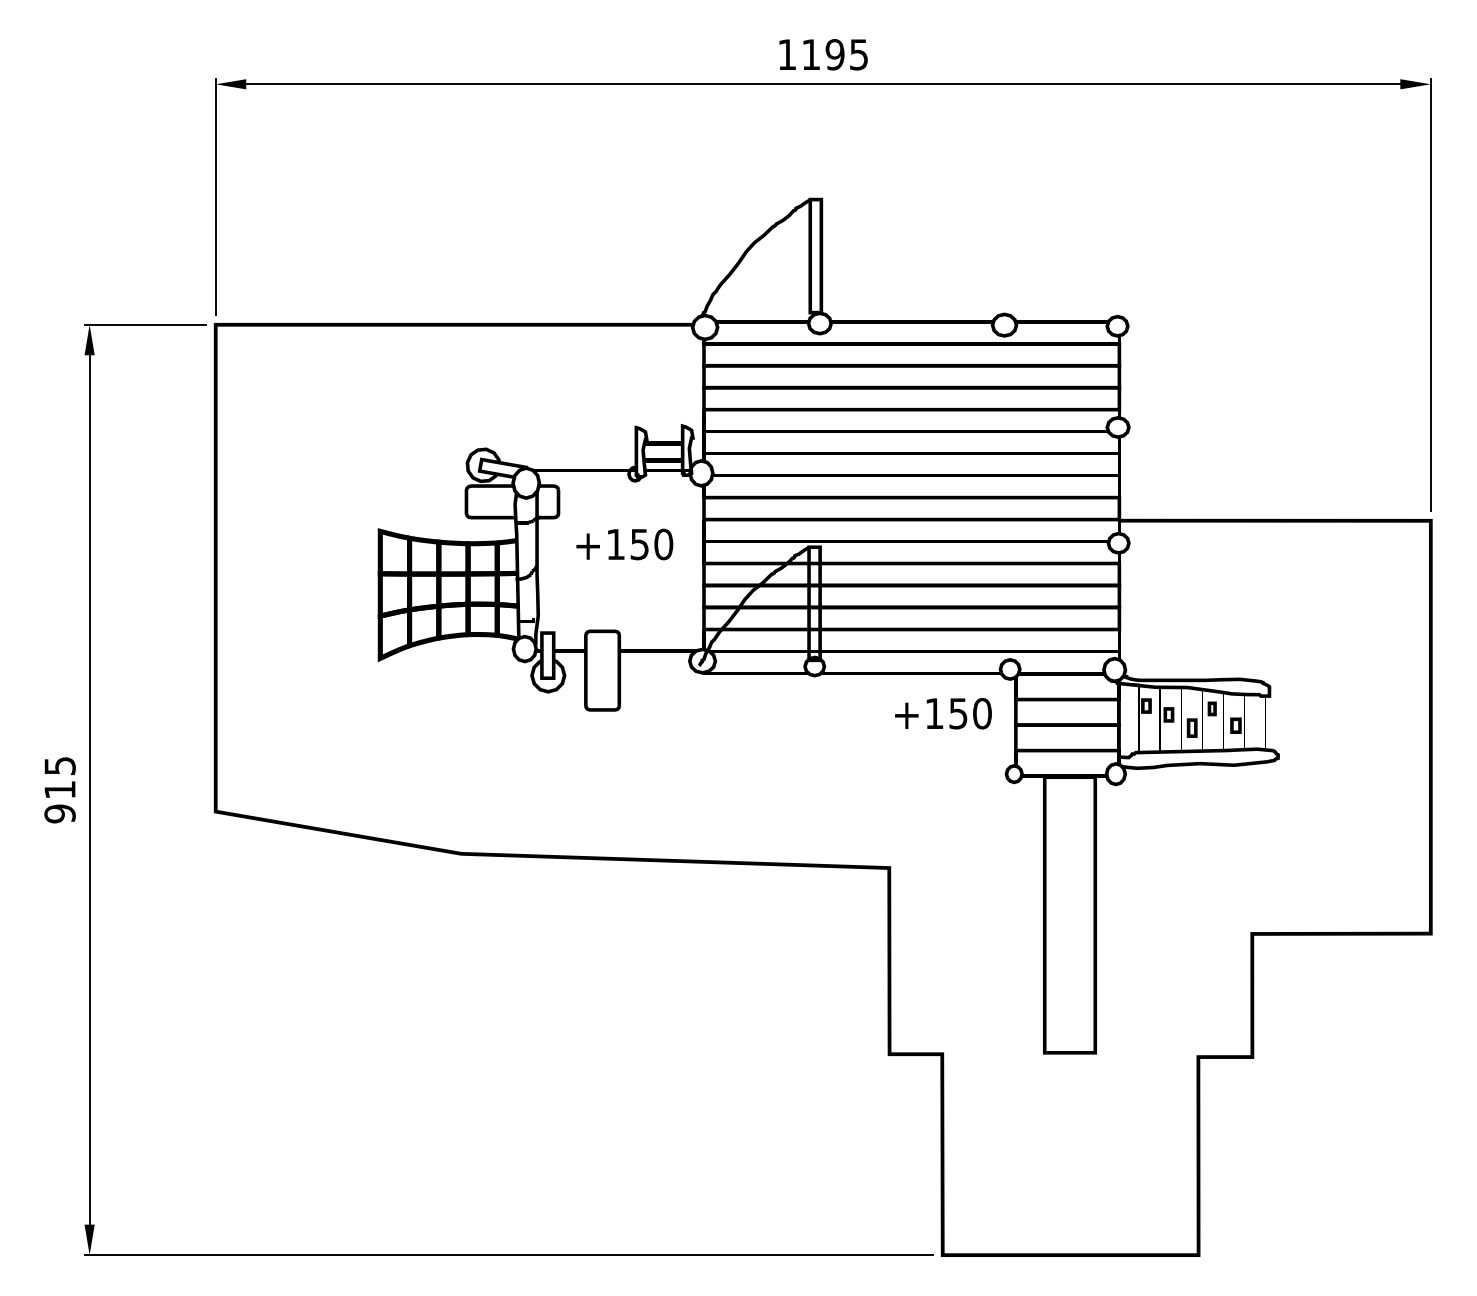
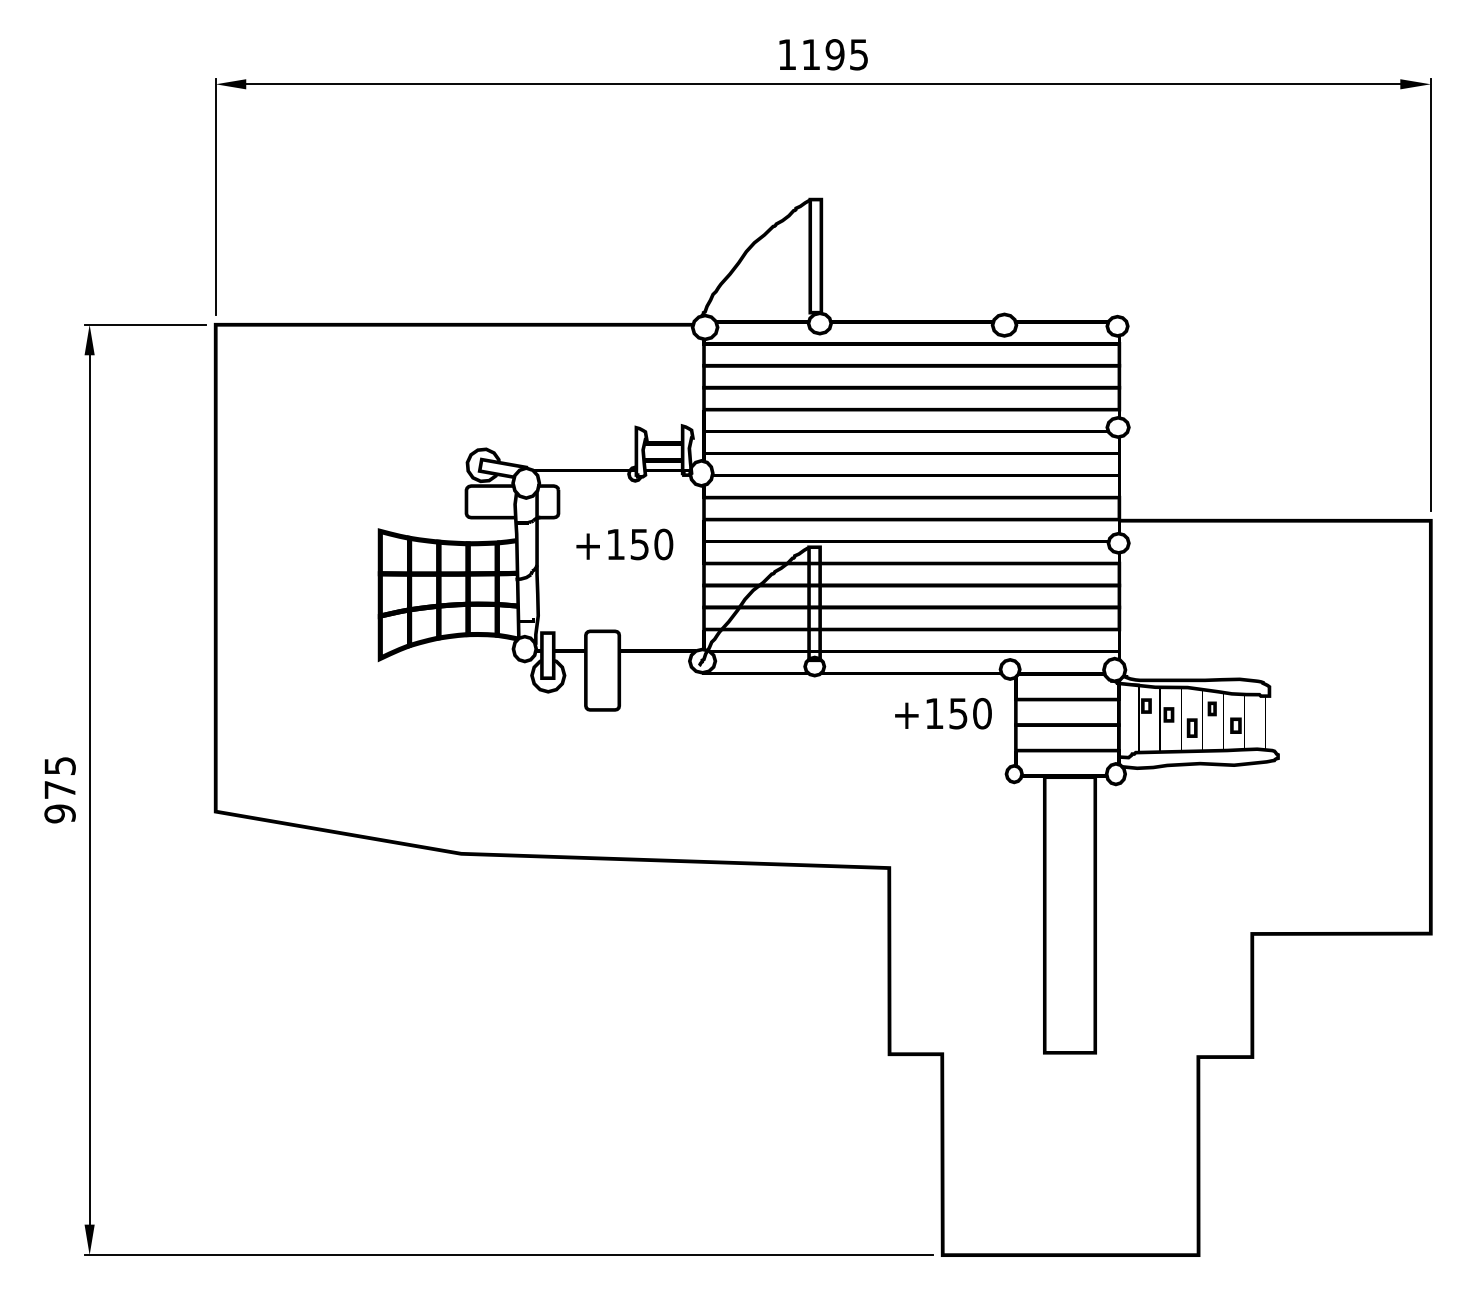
text at (59, 789): 915 -> 975
